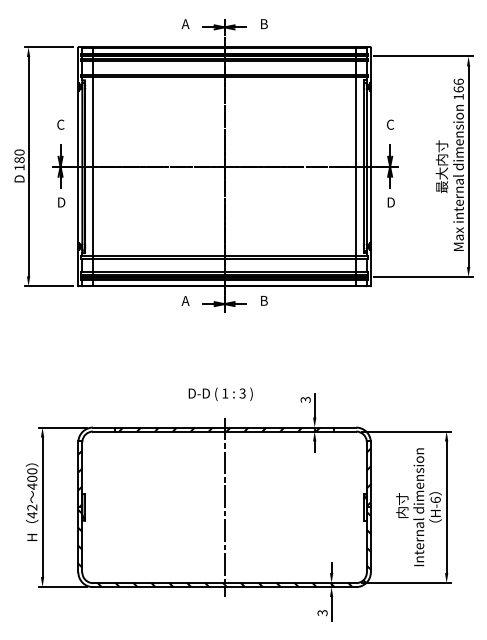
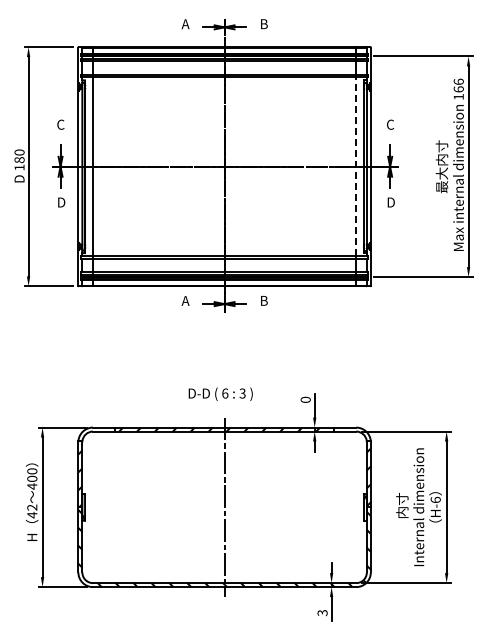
line at (356, 166): solid -> dashed
text at (225, 393): 1 -> 6
text at (305, 399): 3 -> 0
